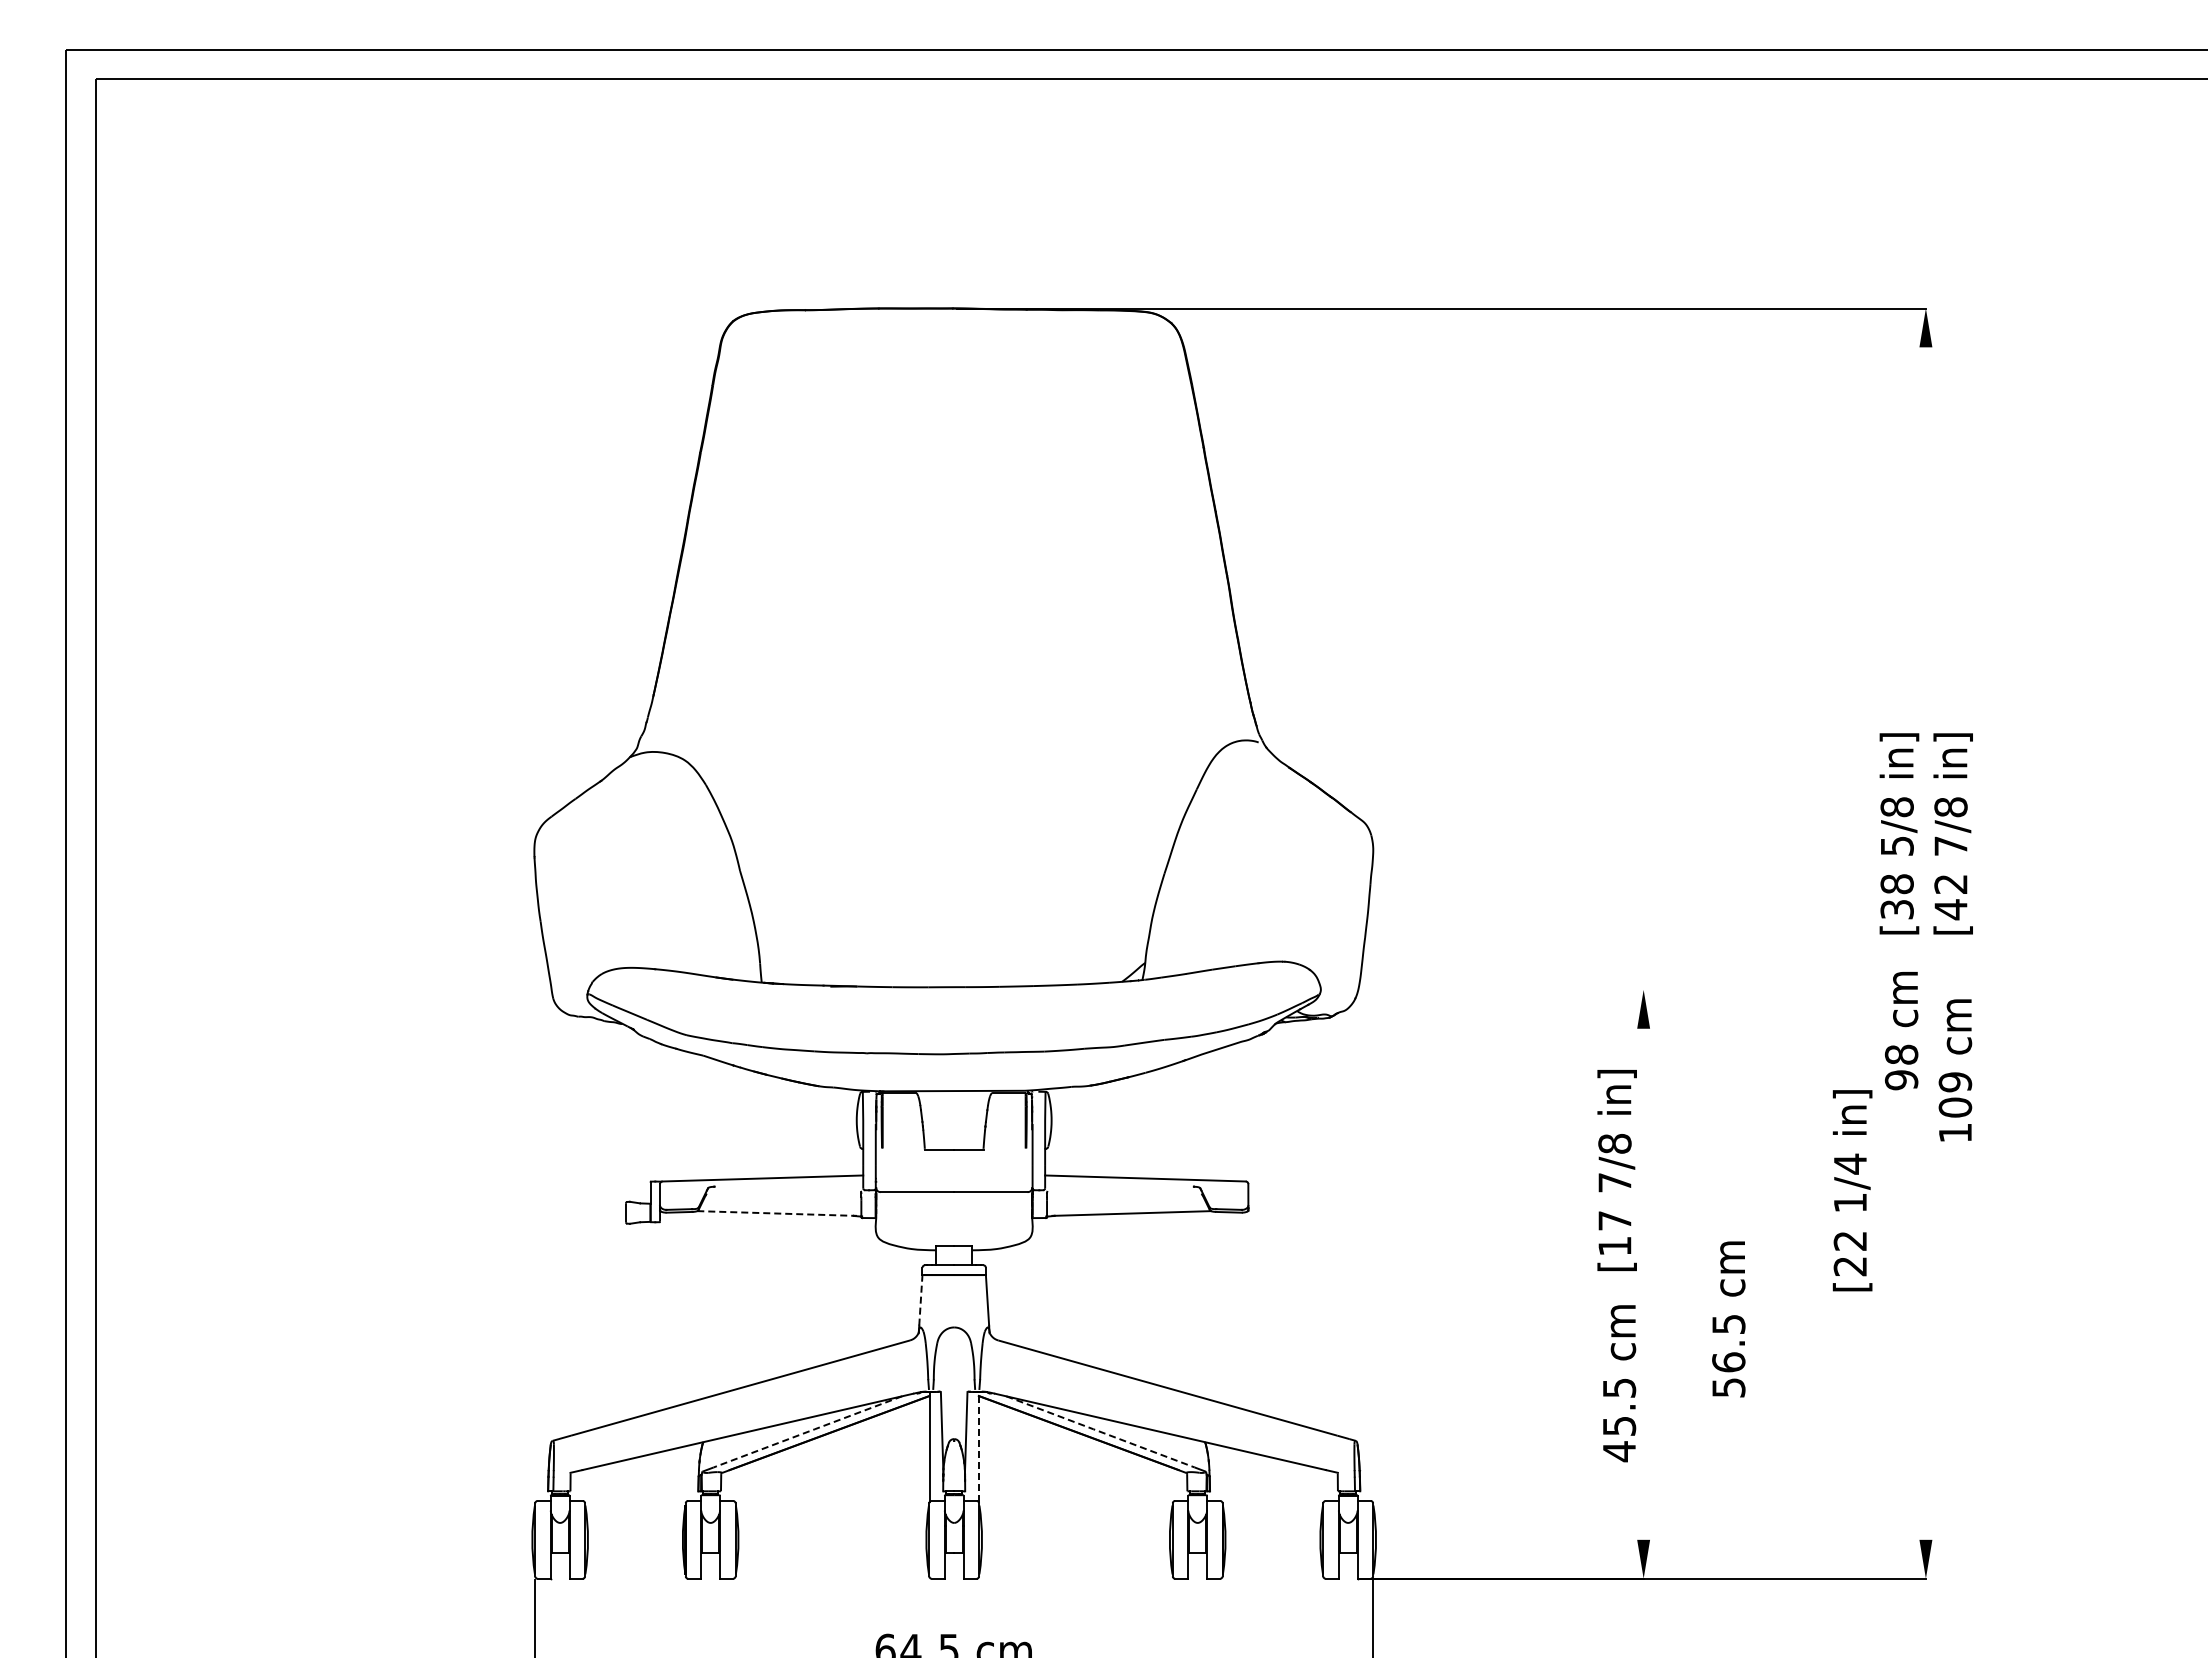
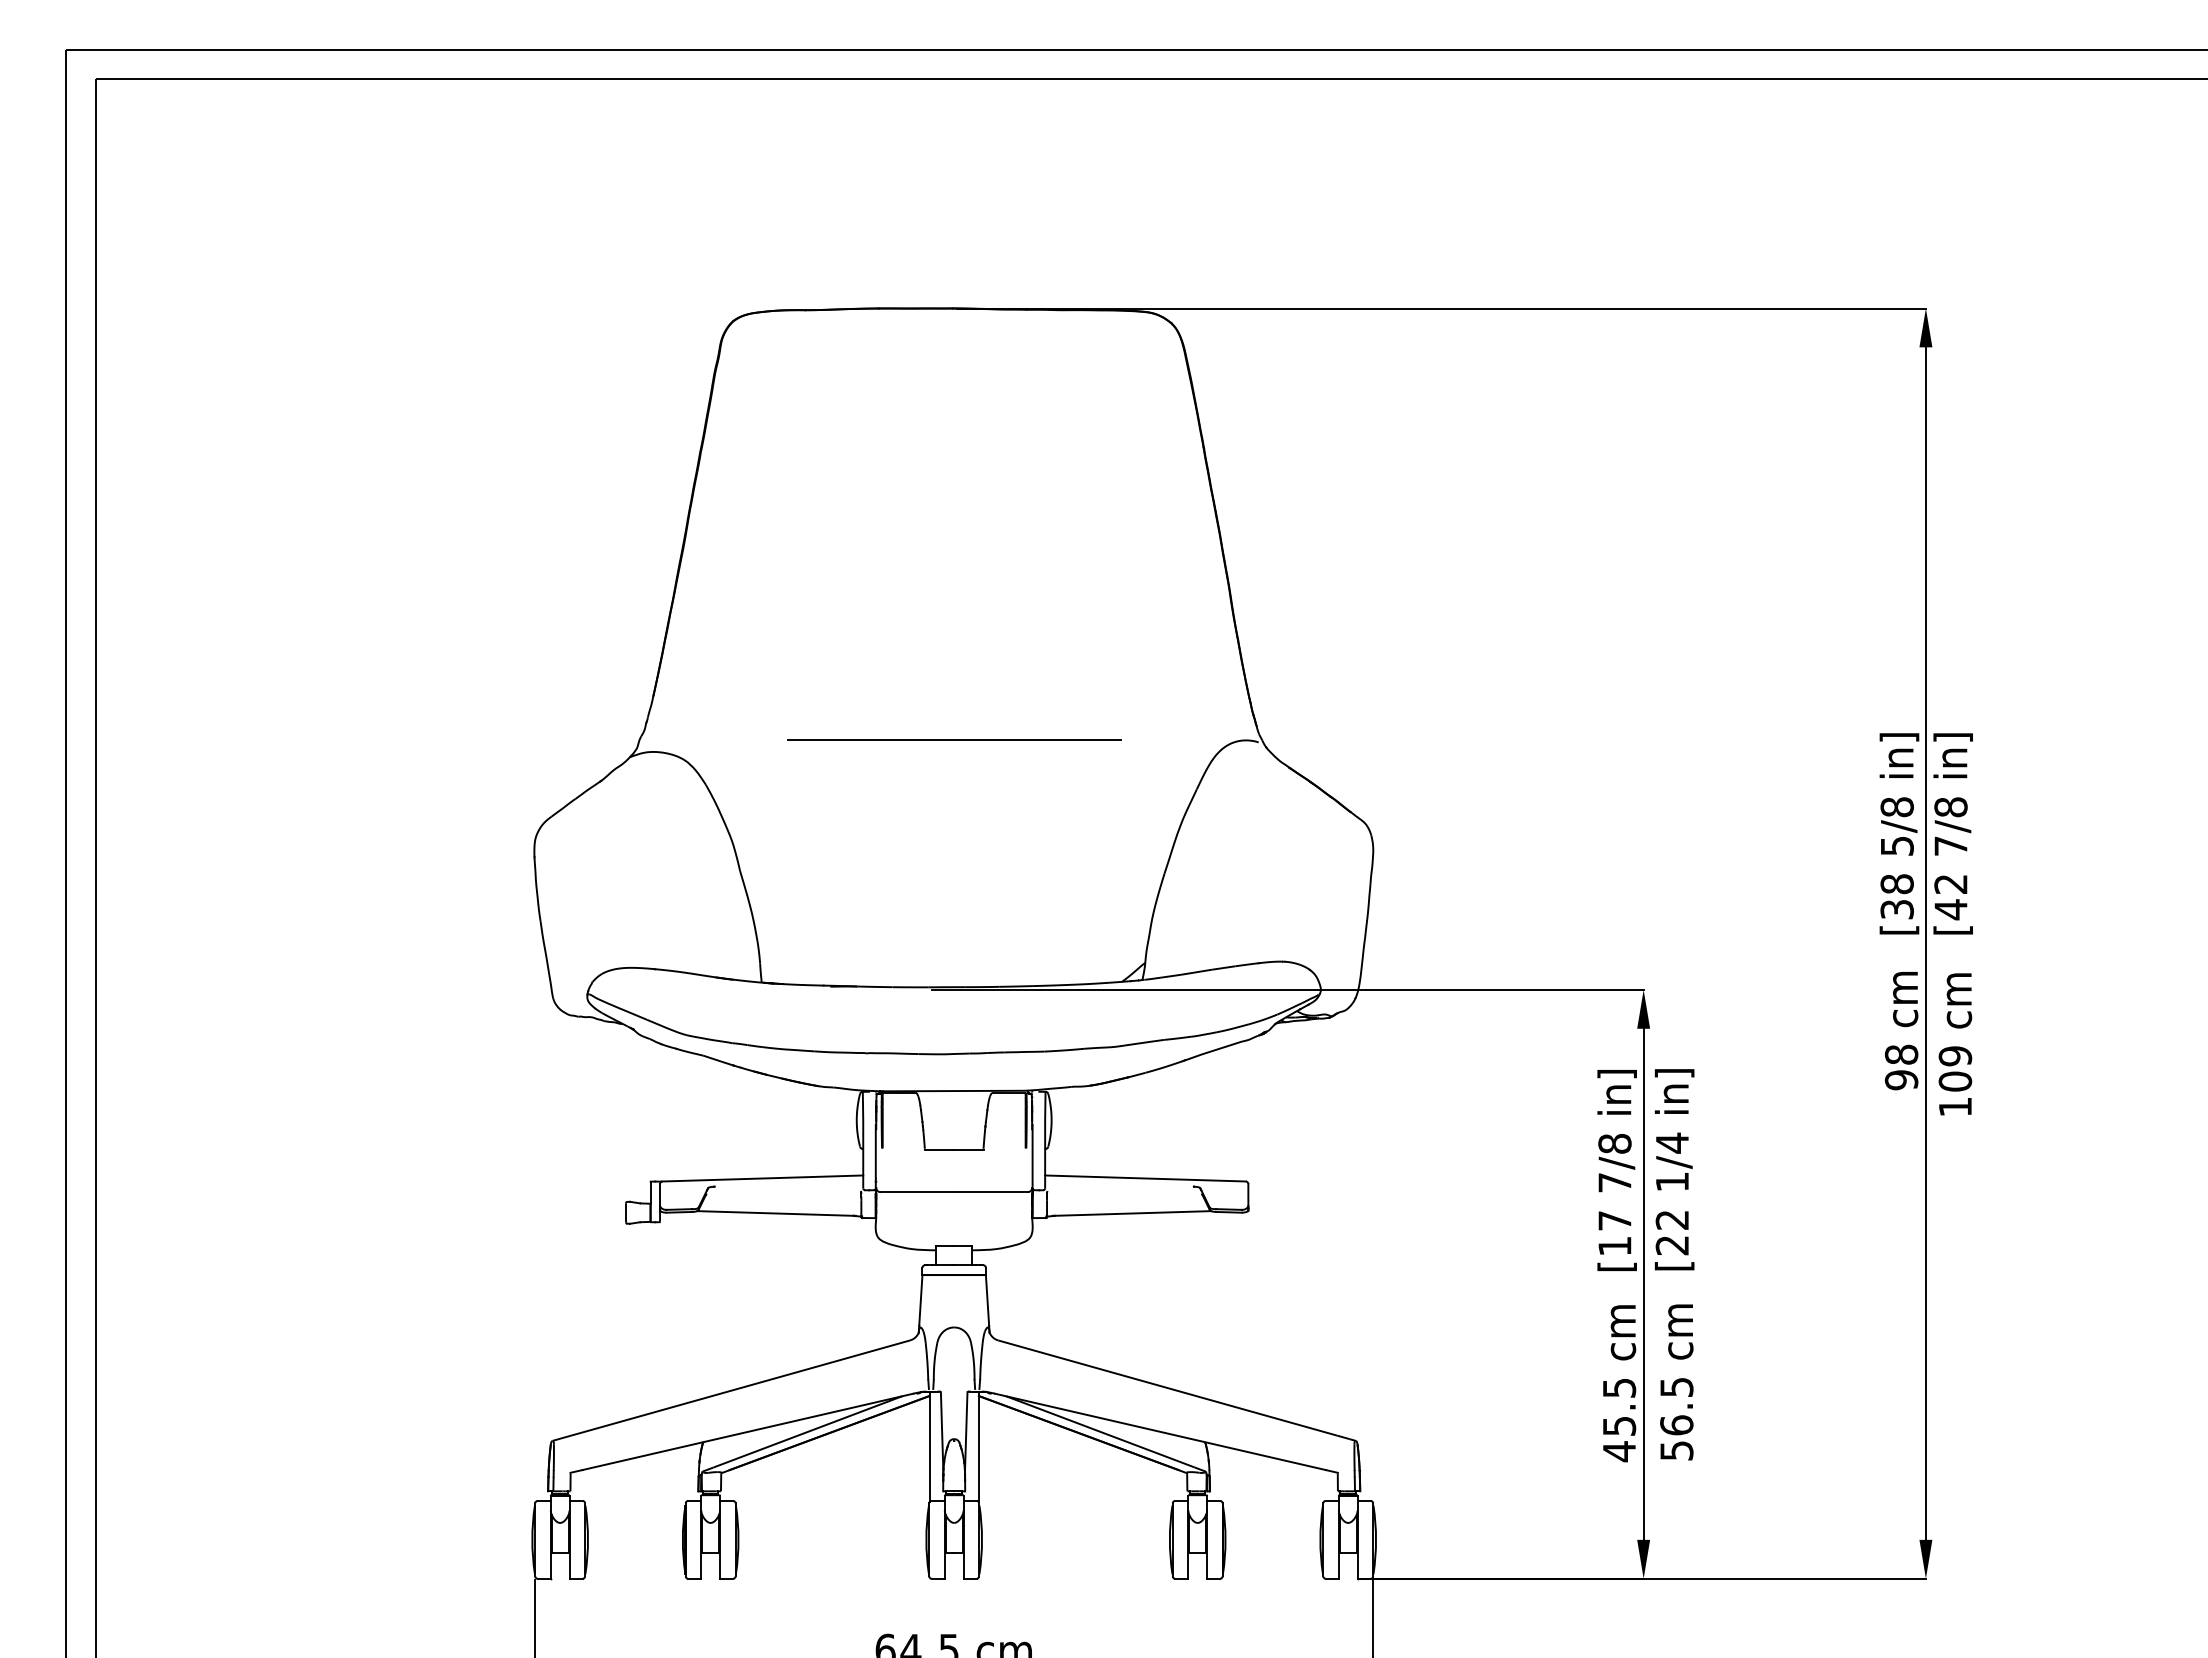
line at (953, 739): none -> present
line at (1925, 943): none -> present
line at (1287, 989): none -> present
text at (1955, 1070) position: (1955, 1070) -> (1955, 1044)
text at (1852, 1190) position: (1852, 1190) -> (1674, 1169)
line at (776, 1213): dashed -> solid
line at (1643, 1283): none -> present
line at (920, 1299): dashed -> solid
text at (1728, 1319) position: (1728, 1319) -> (1676, 1382)
line at (808, 1431): dashed -> solid
line at (1099, 1431): dashed -> solid
line at (978, 1446): dashed -> solid
